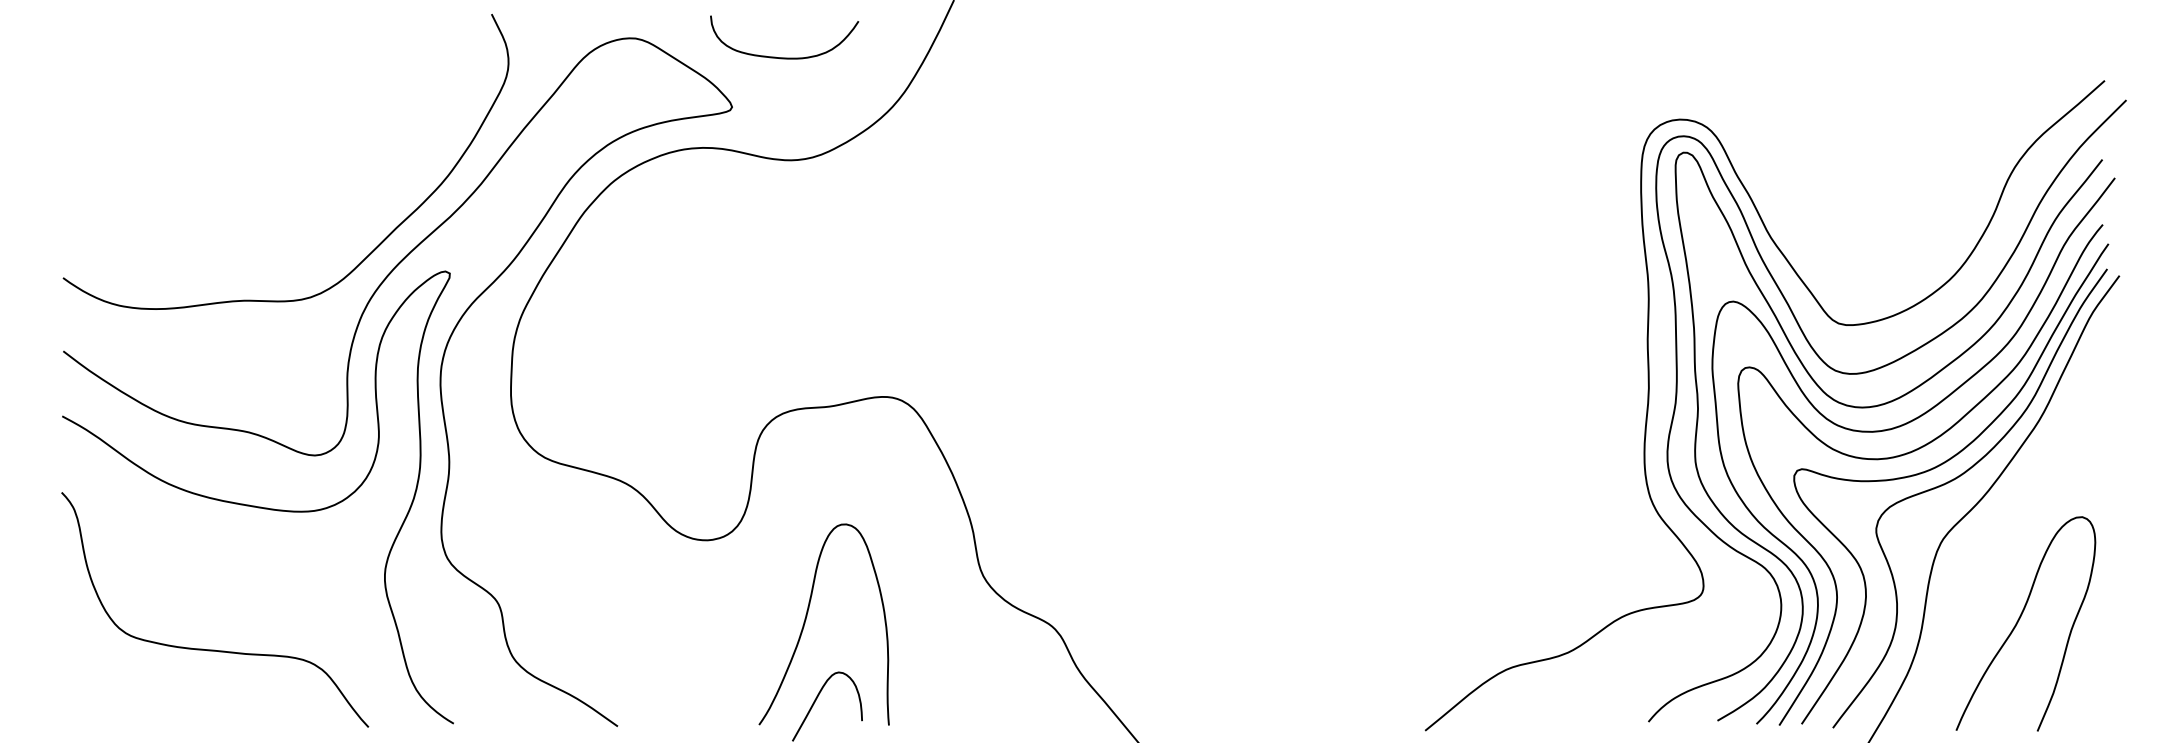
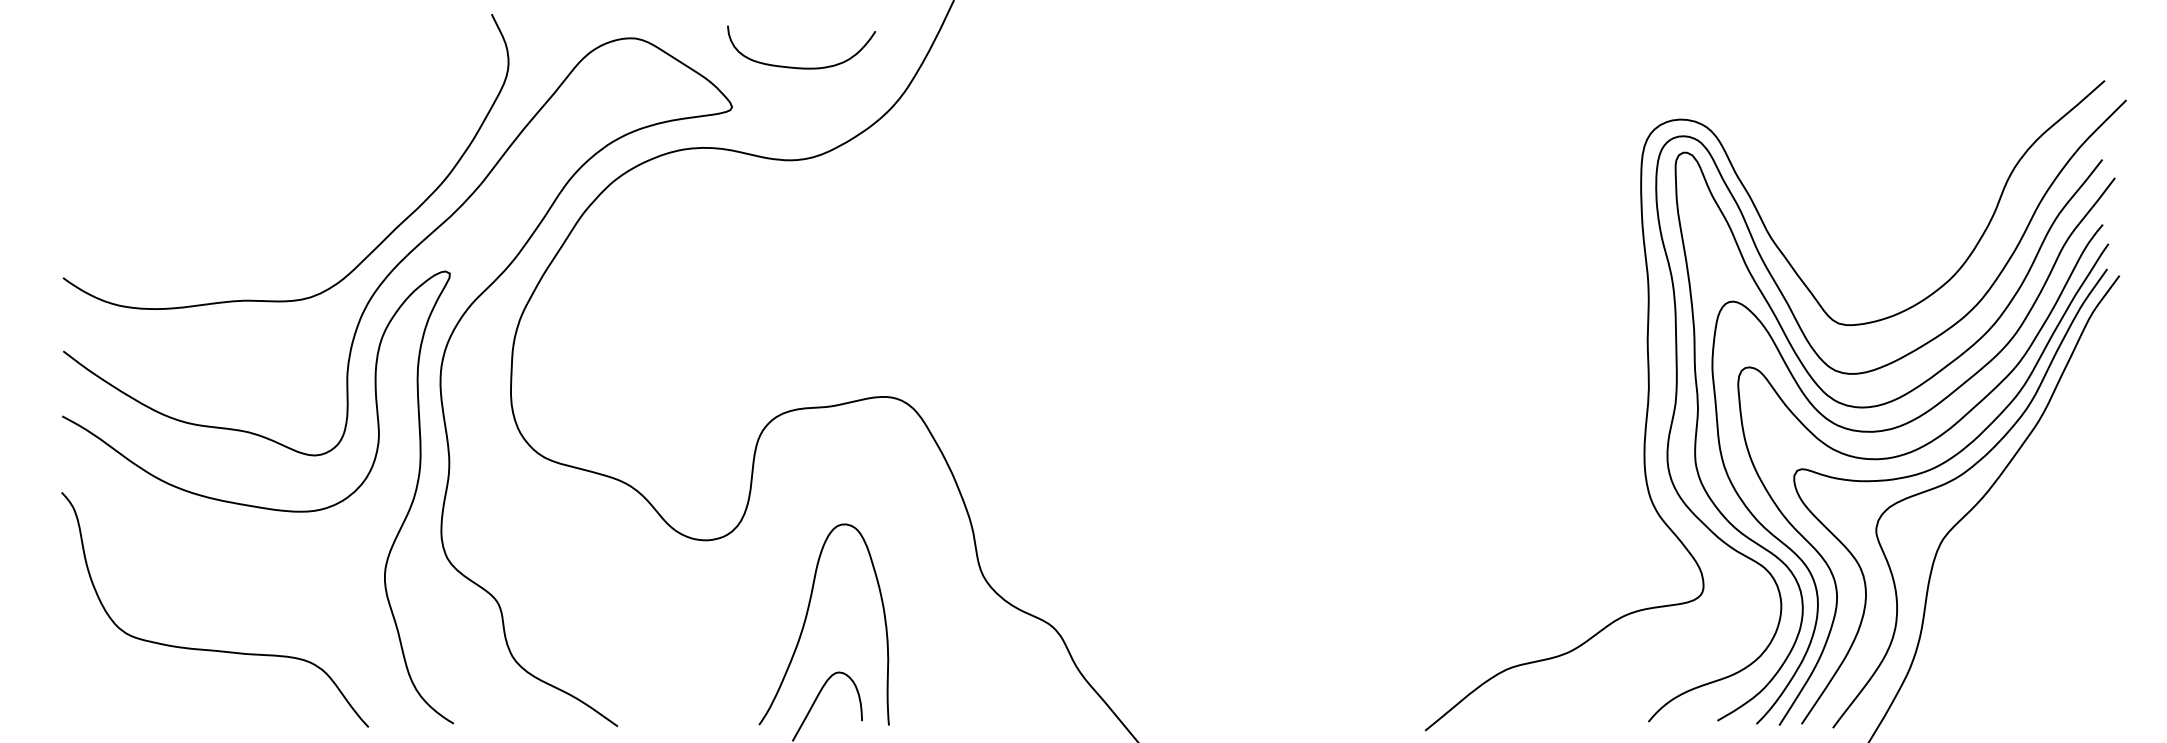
curve at (784, 57) position: (784, 57) -> (801, 67)
curve at (2019, 620): present -> none
